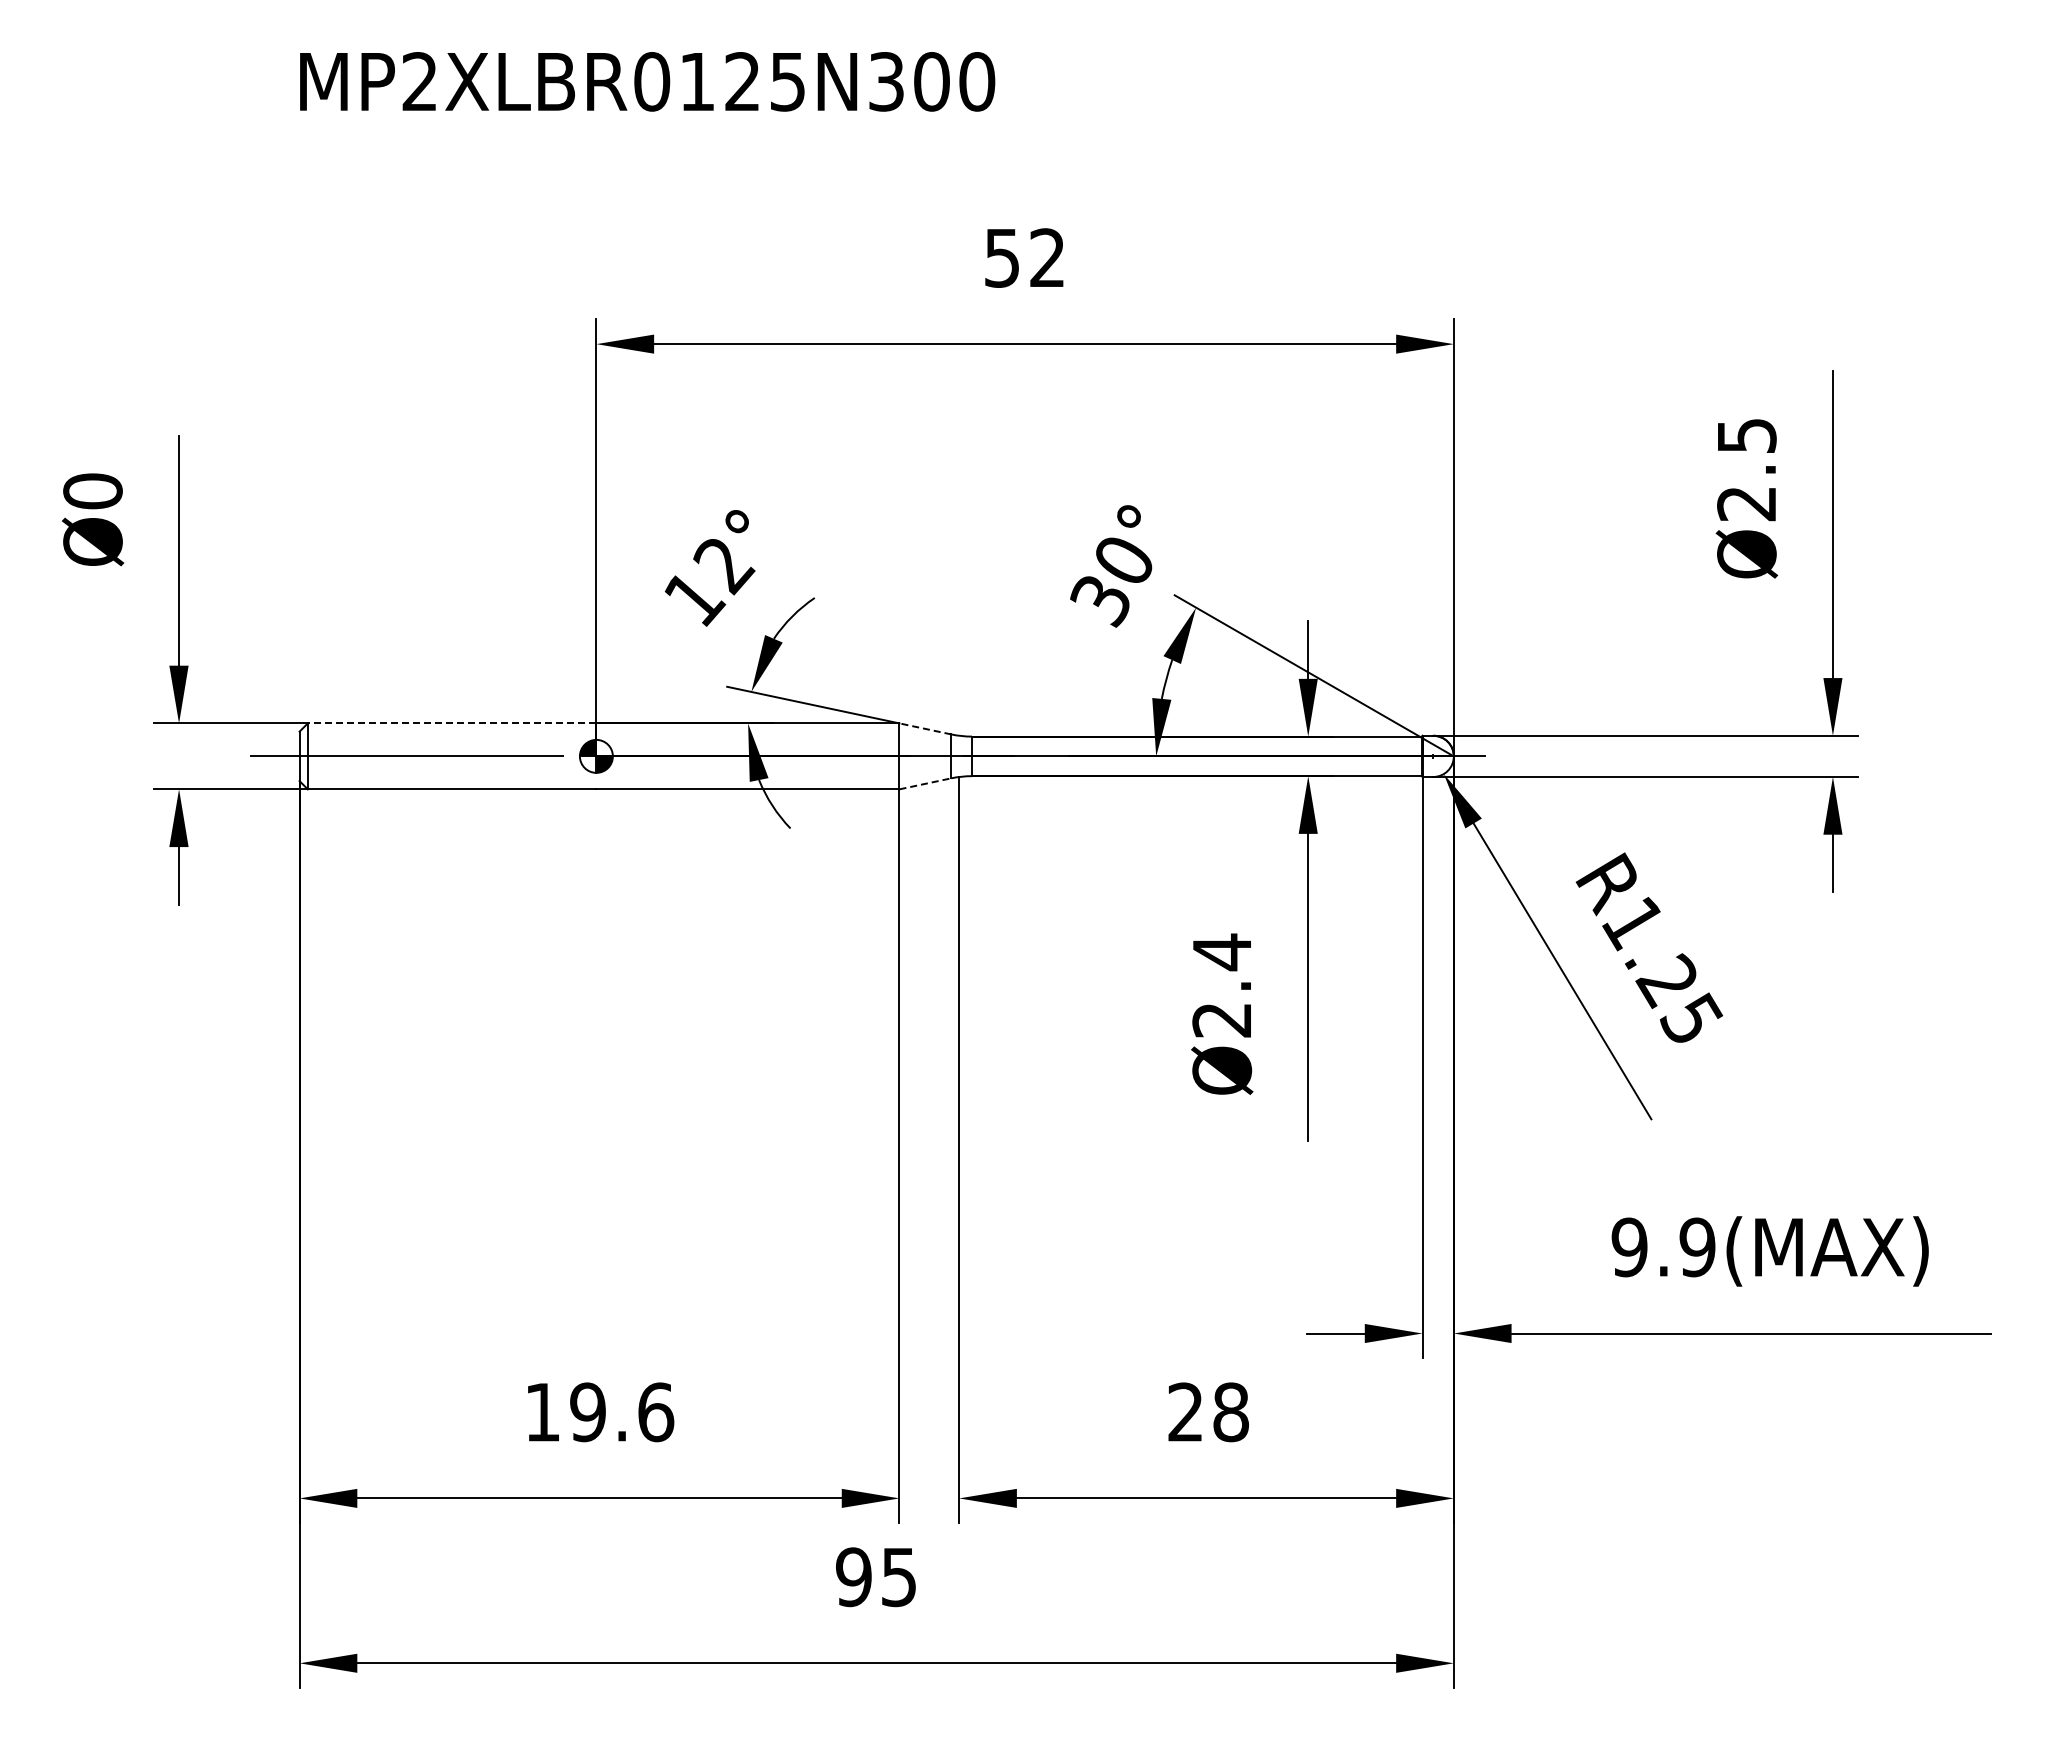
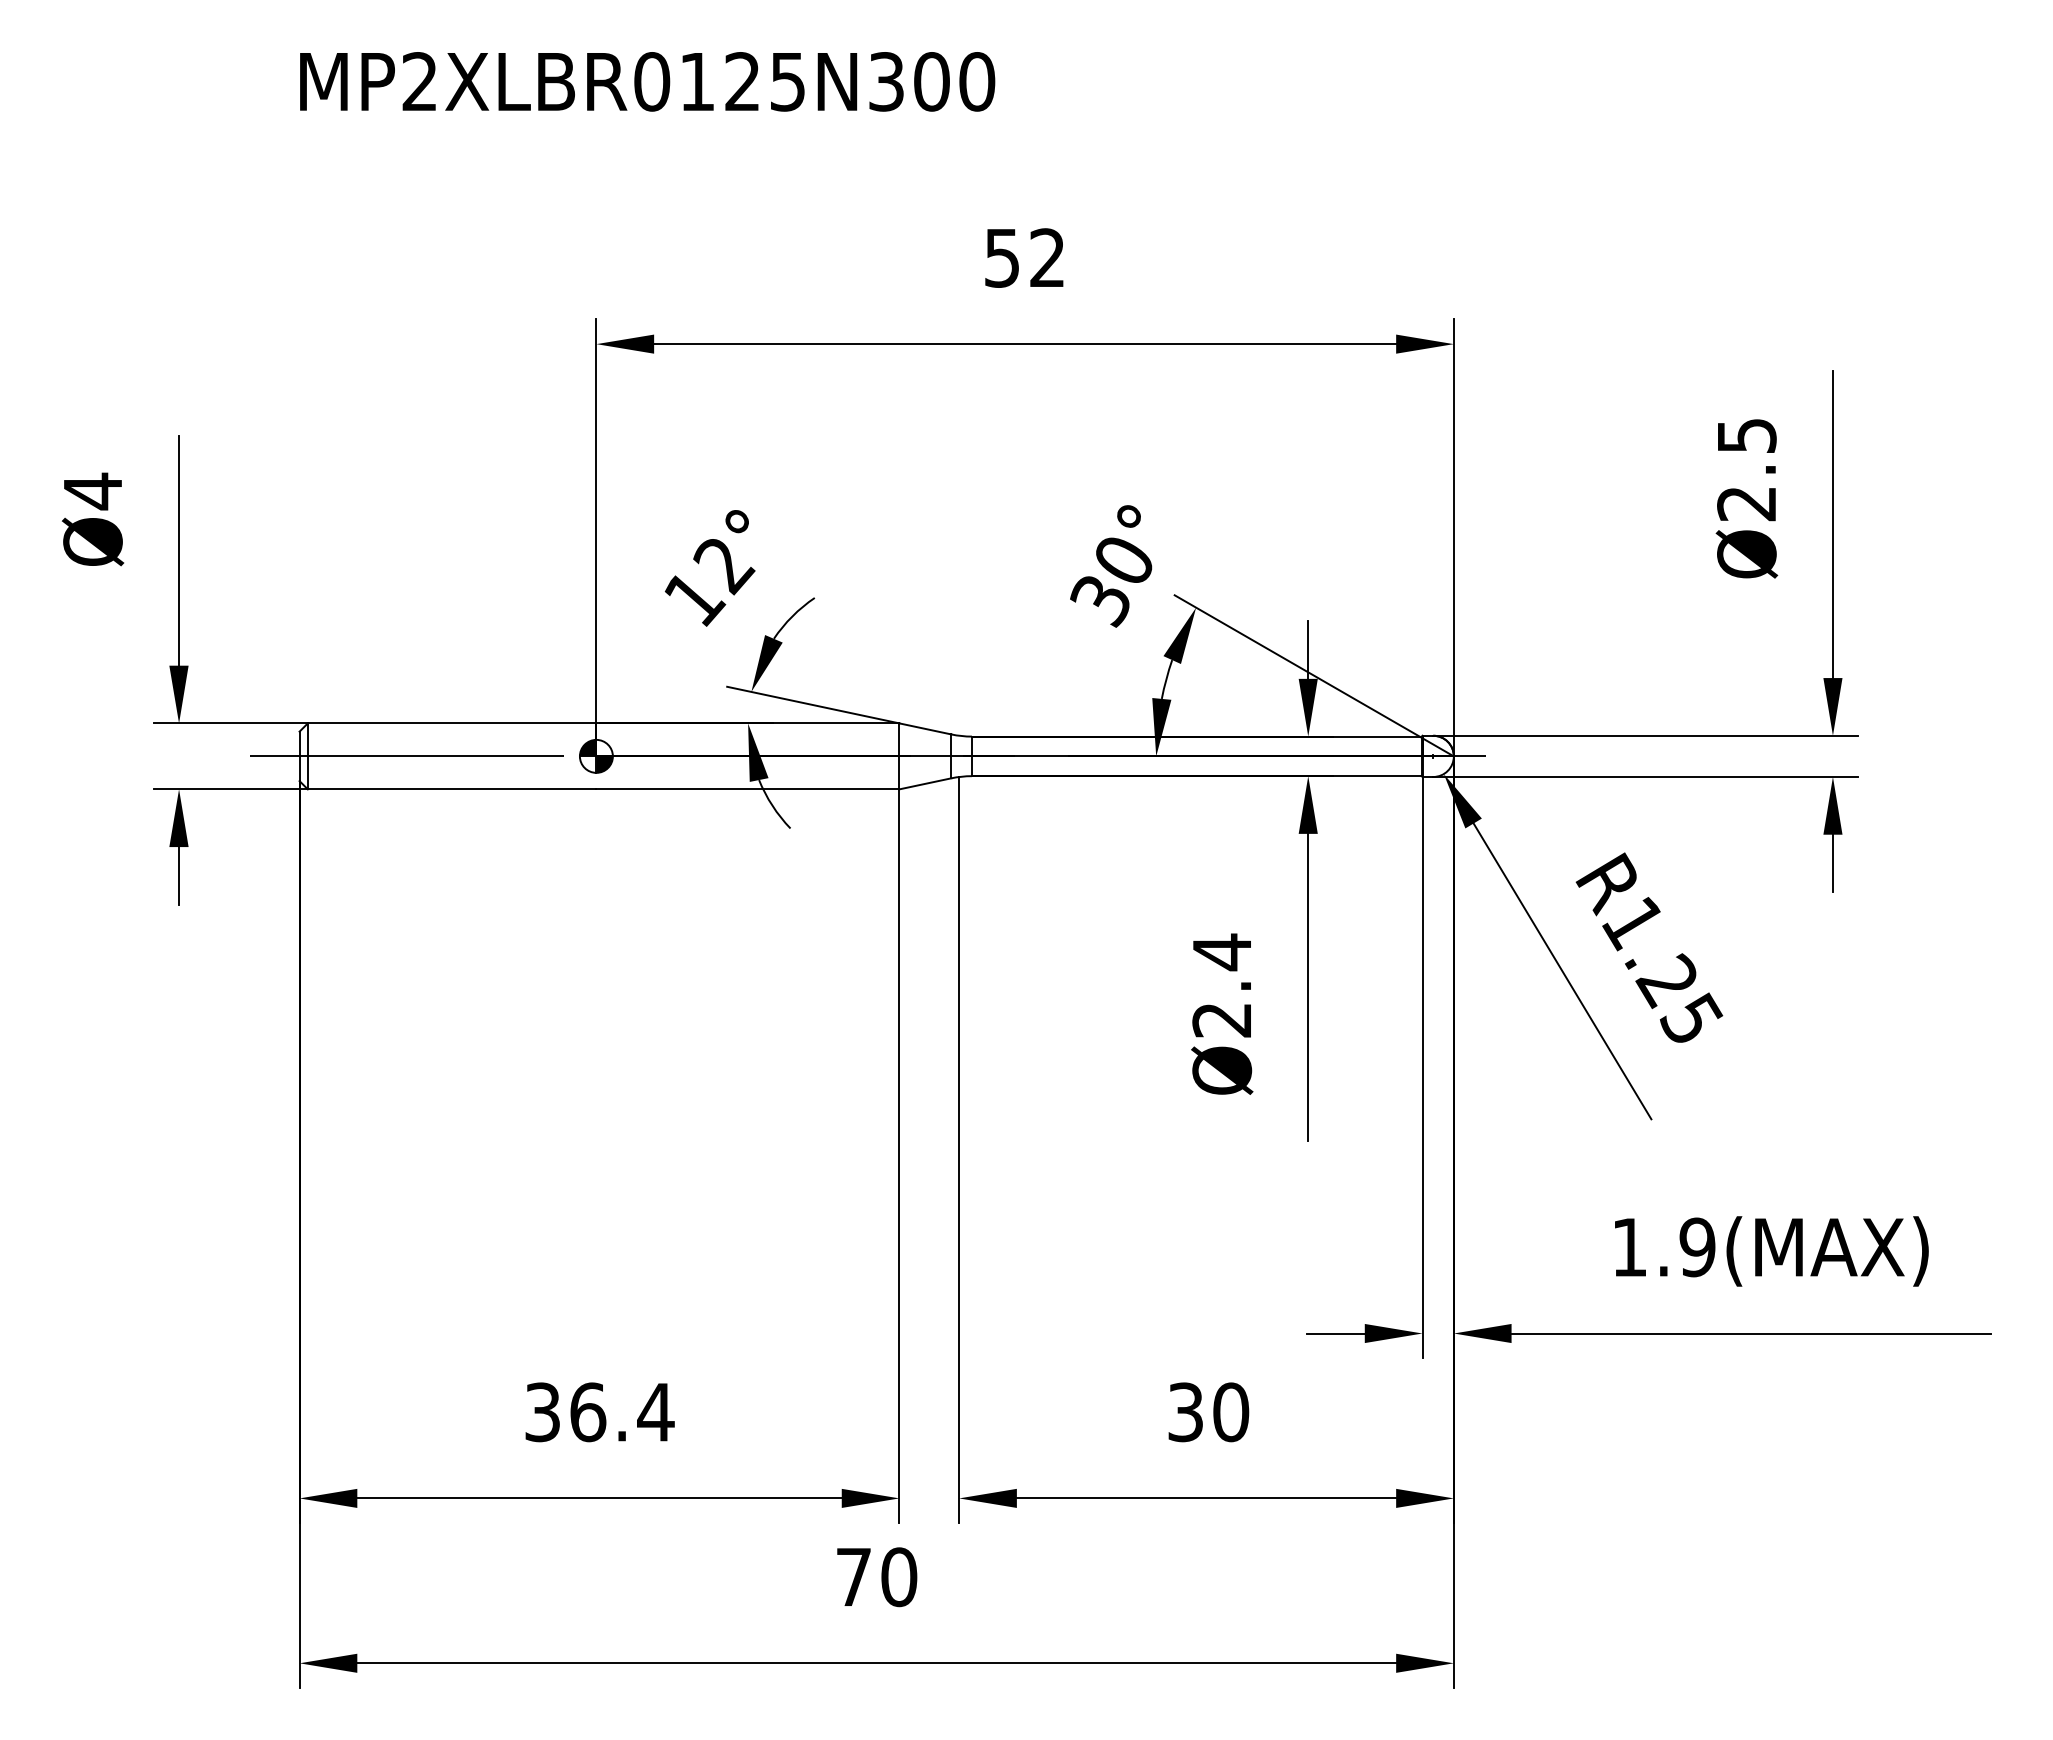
text at (92, 491): Ø0 -> Ø4
line at (451, 723): dashed -> solid
line at (925, 728): dashed -> solid
line at (925, 783): dashed -> solid
text at (1629, 1247): 9.9(MAX) -> 1.9(MAX)
text at (599, 1412): 19.6 -> 36.4
text at (1208, 1412): 28 -> 30
text at (876, 1577): 95 -> 70
